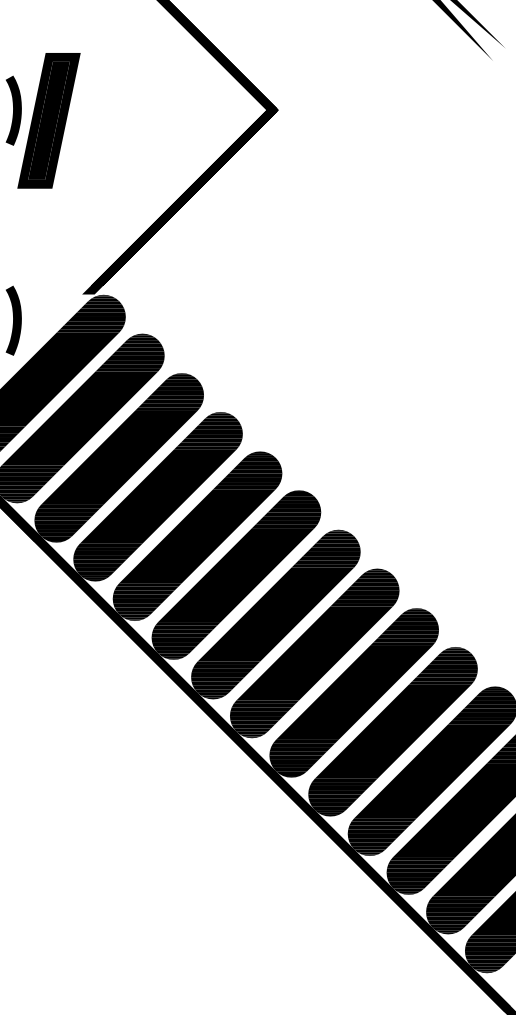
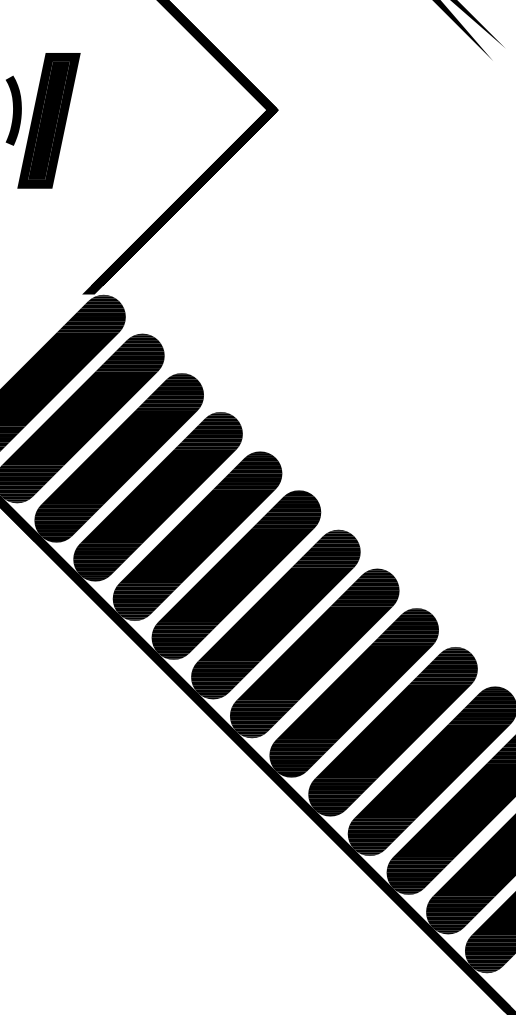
curve at (13, 320): present -> none
